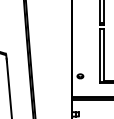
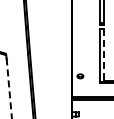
line at (104, 54): solid -> dashed
line at (9, 89): solid -> dashed
